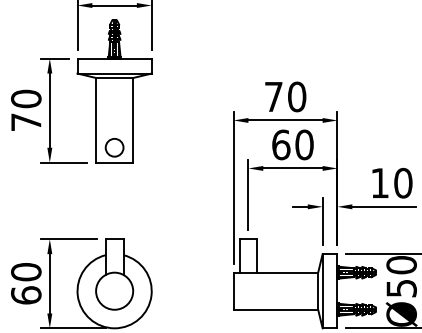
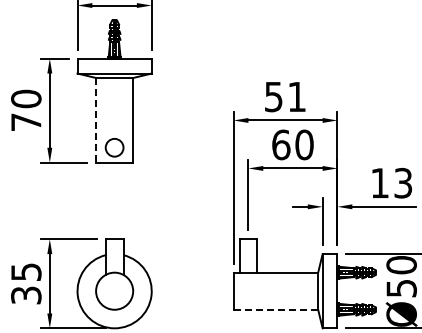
text at (285, 96): 70 -> 51
line at (96, 120): solid -> dashed
text at (403, 183): 10 -> 13
text at (26, 283): 60 -> 35
line at (275, 309): solid -> dashed
